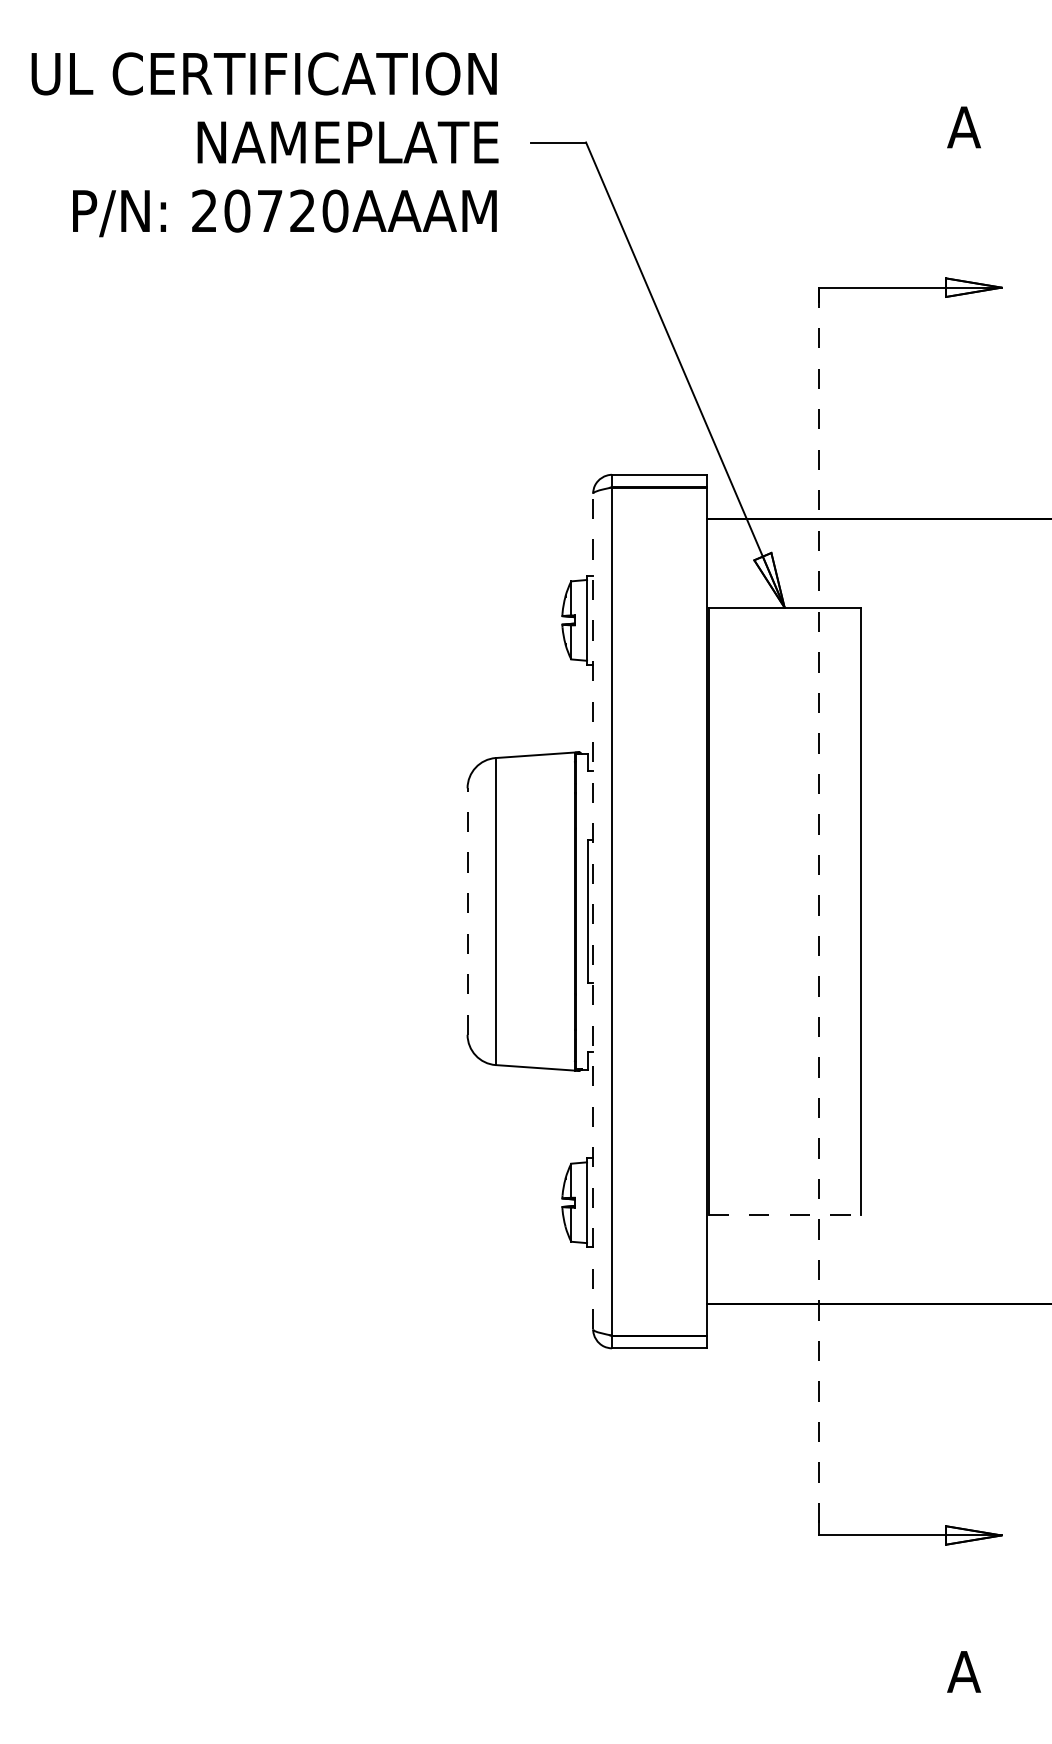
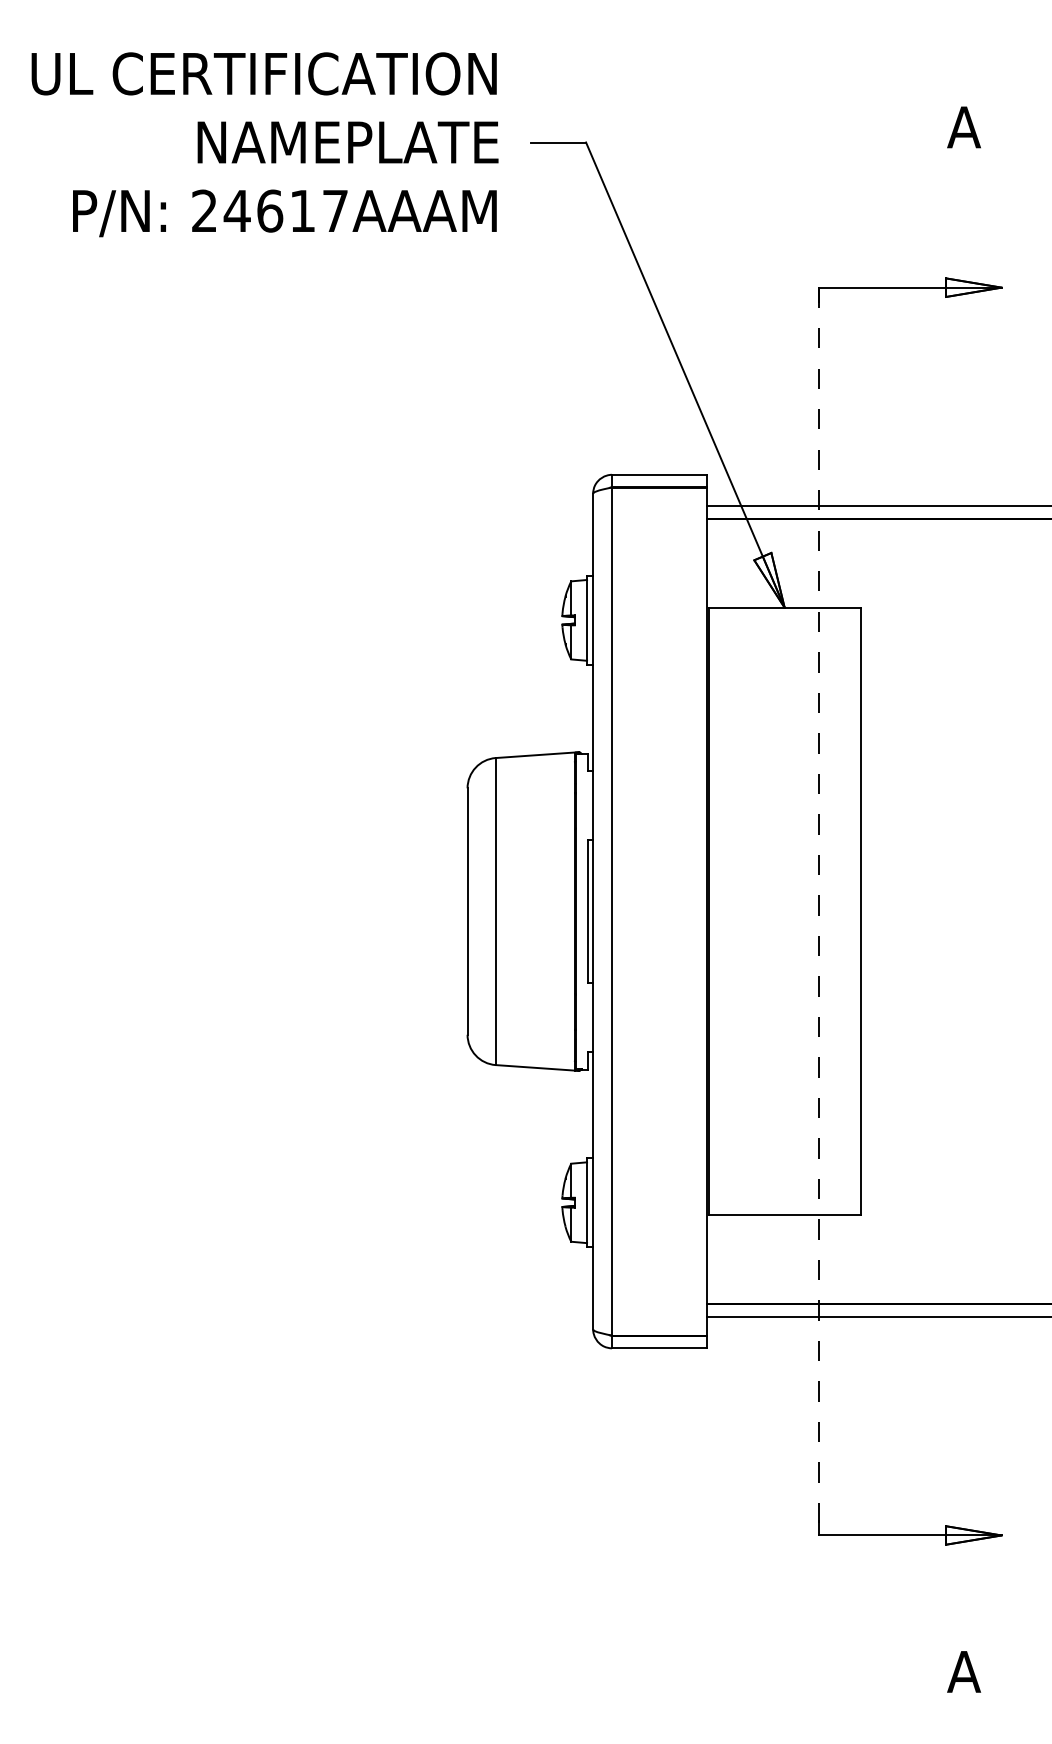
text at (285, 210): 20720AAAM -> 24617AAAM
line at (877, 506): none -> present
line at (467, 911): dashed -> solid
line at (593, 911): dashed -> solid
line at (784, 1215): dashed -> solid
line at (877, 1316): none -> present
